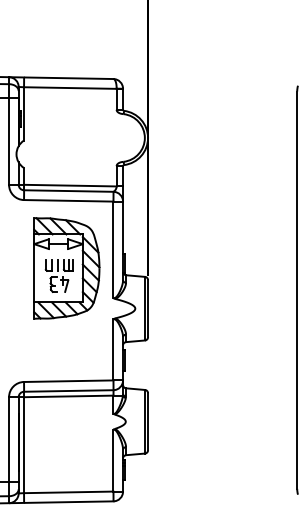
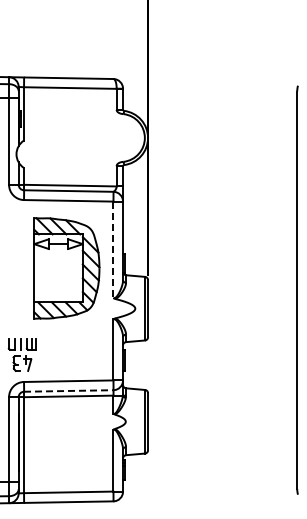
line at (113, 250): solid -> dashed
part at (58, 275) position: (58, 275) -> (21, 354)
line at (68, 390): solid -> dashed
